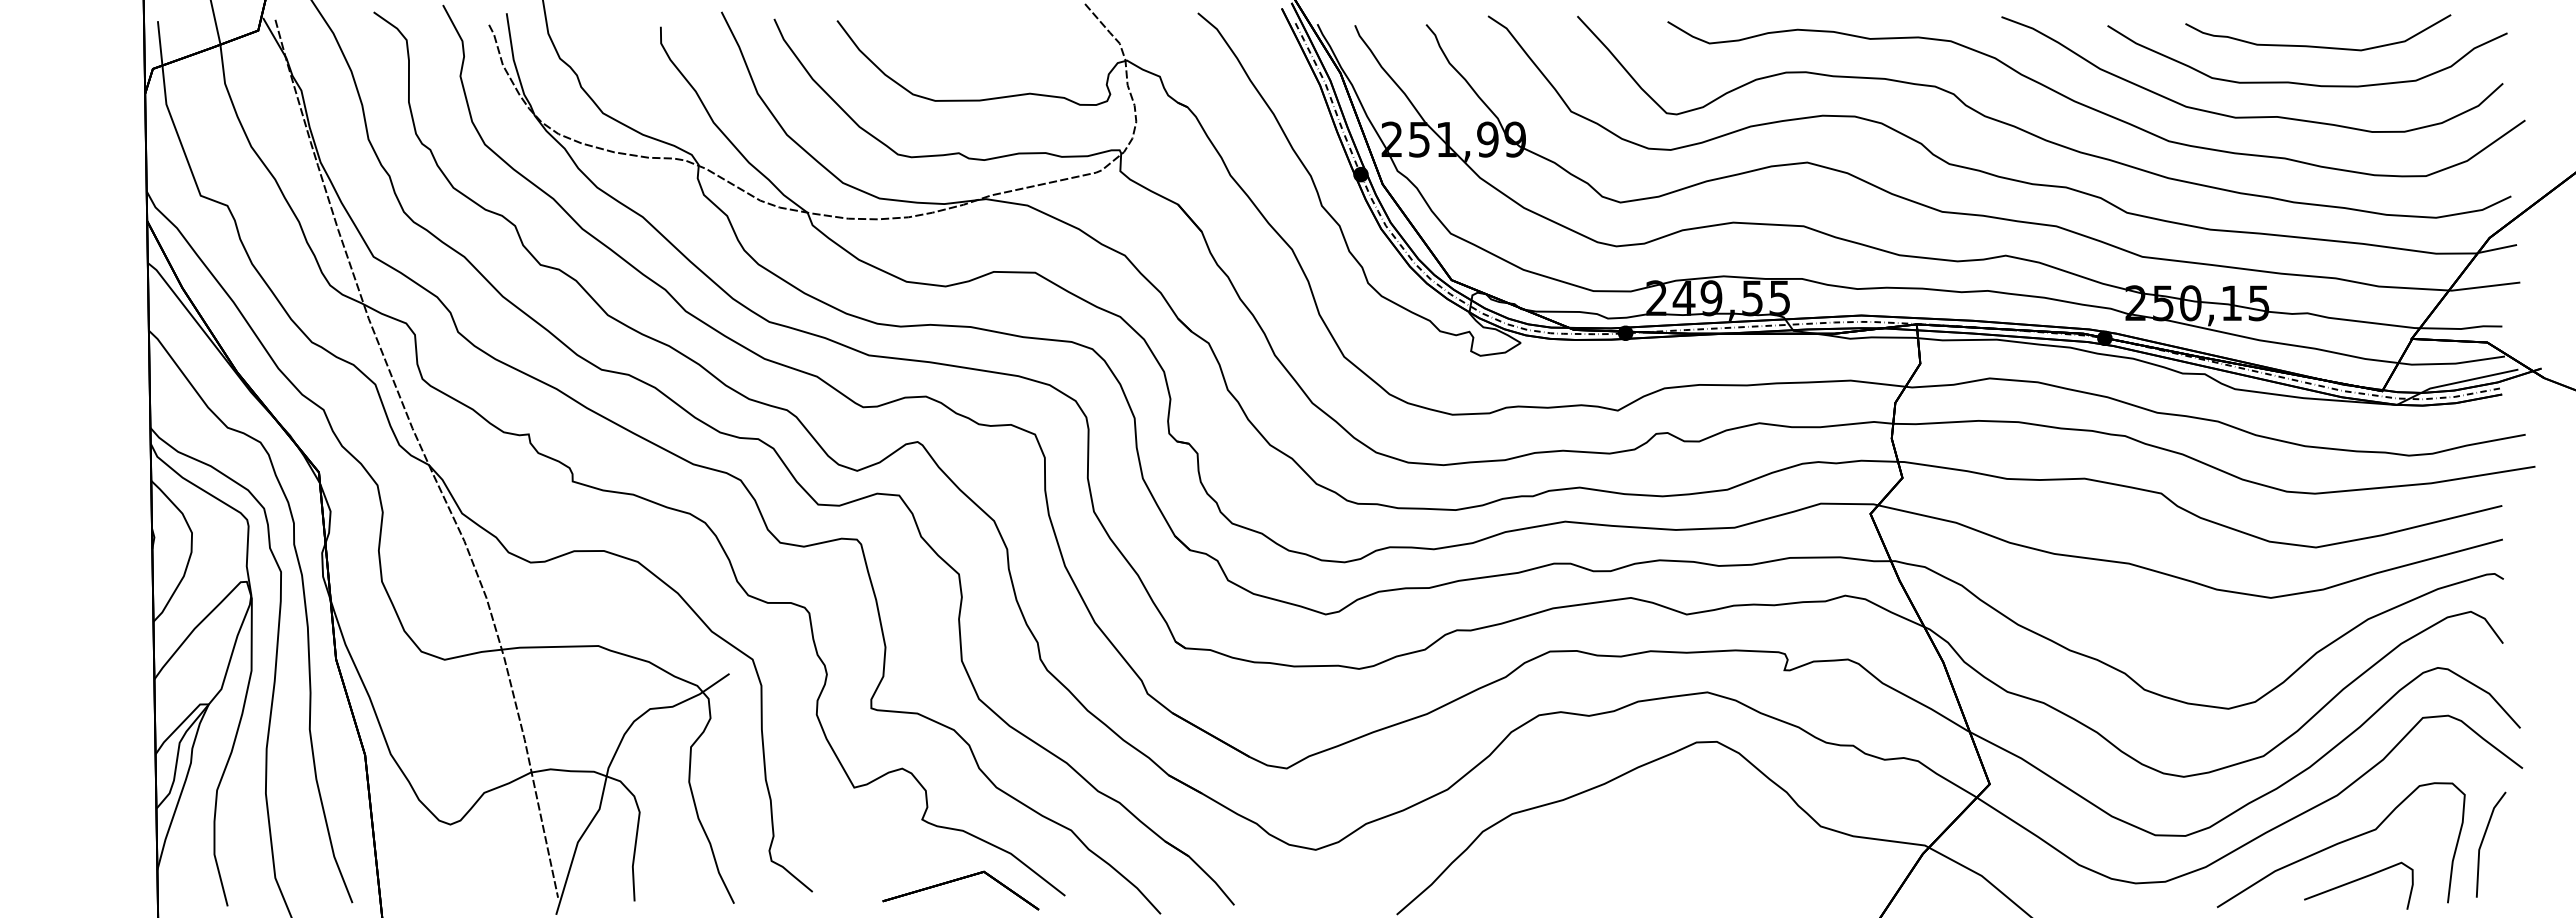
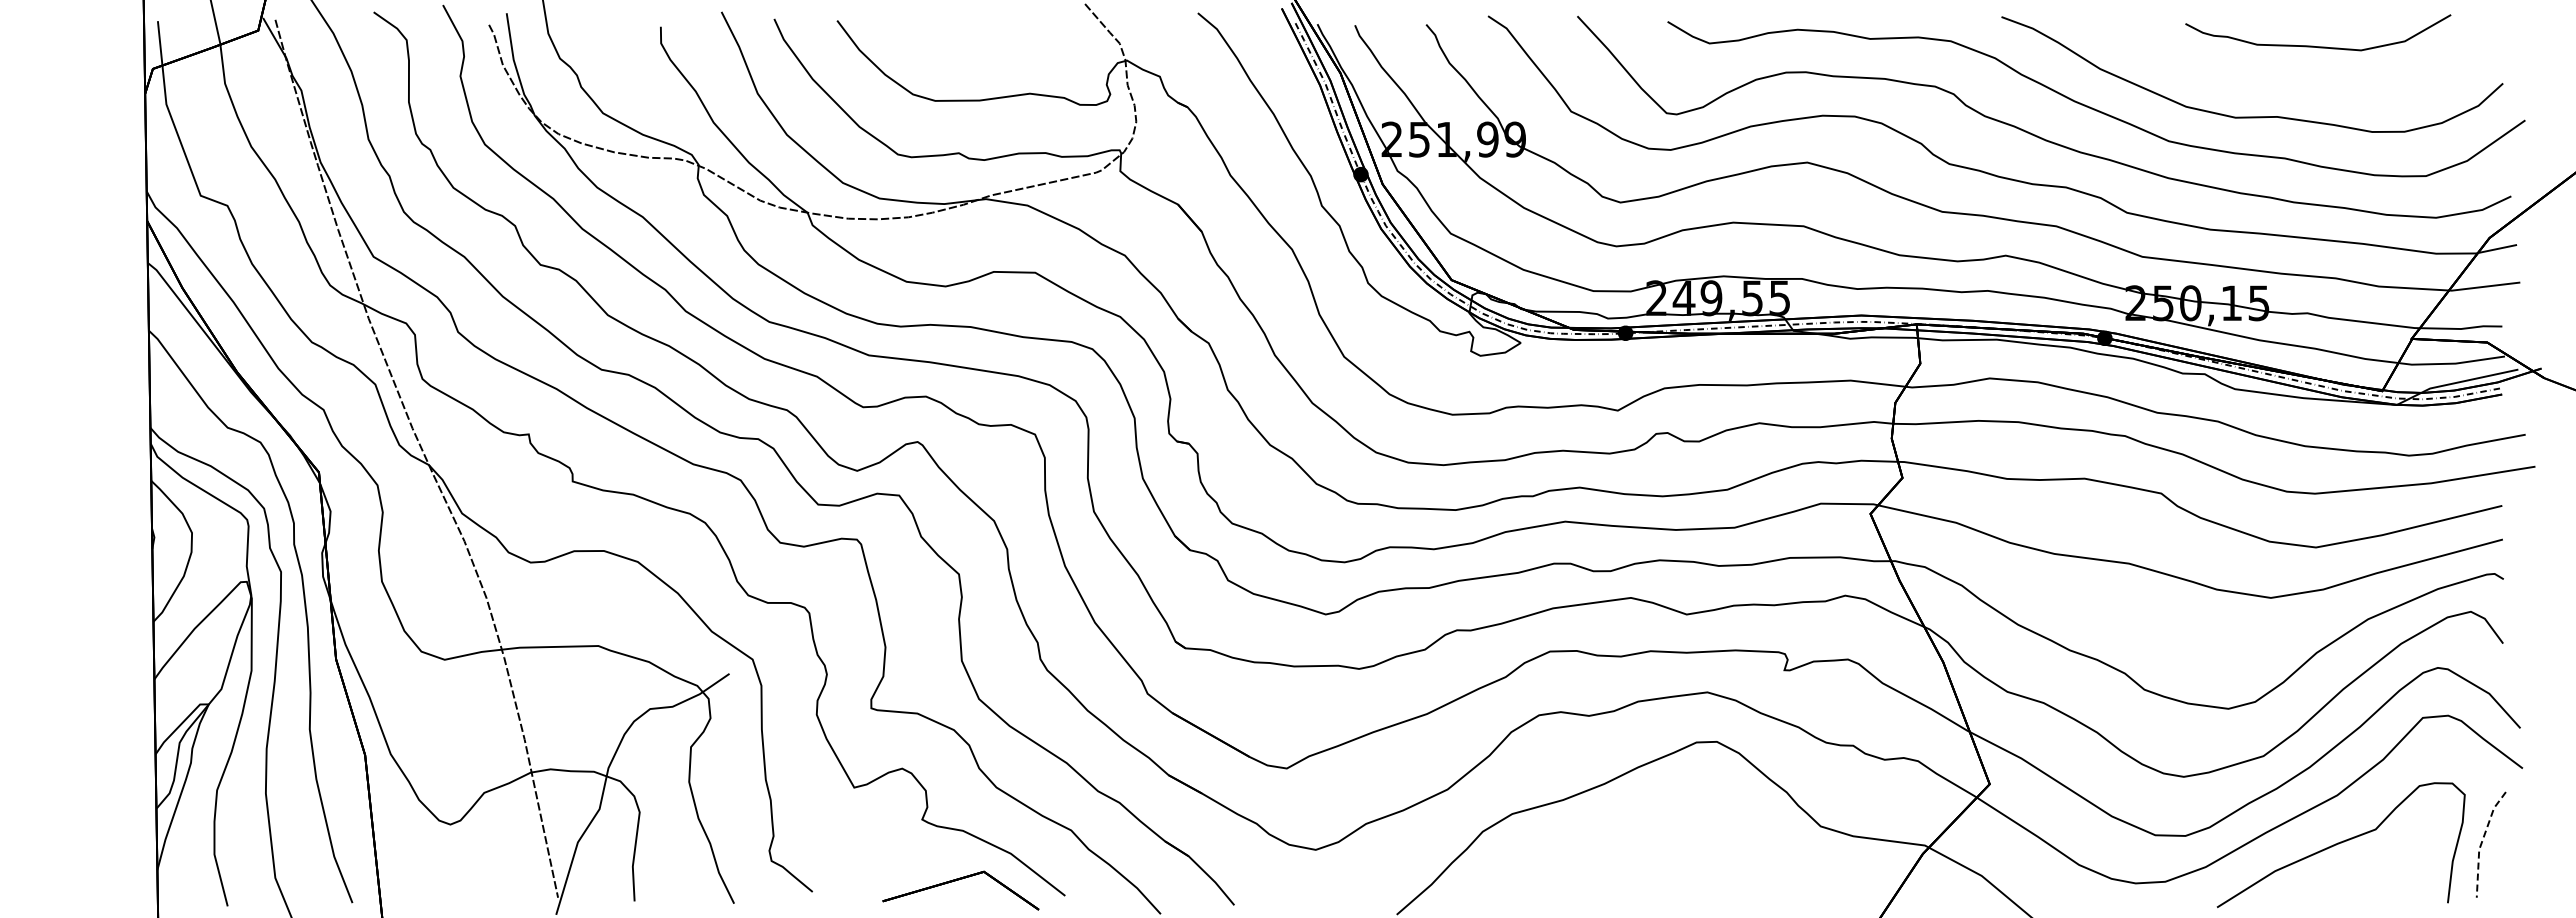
curve at (2300, 82): present -> none
line at (2481, 842): solid -> dashed
curve at (2356, 881): present -> none
